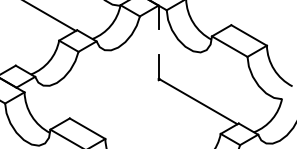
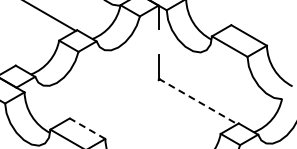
line at (198, 101): solid -> dashed
line at (87, 128): solid -> dashed
